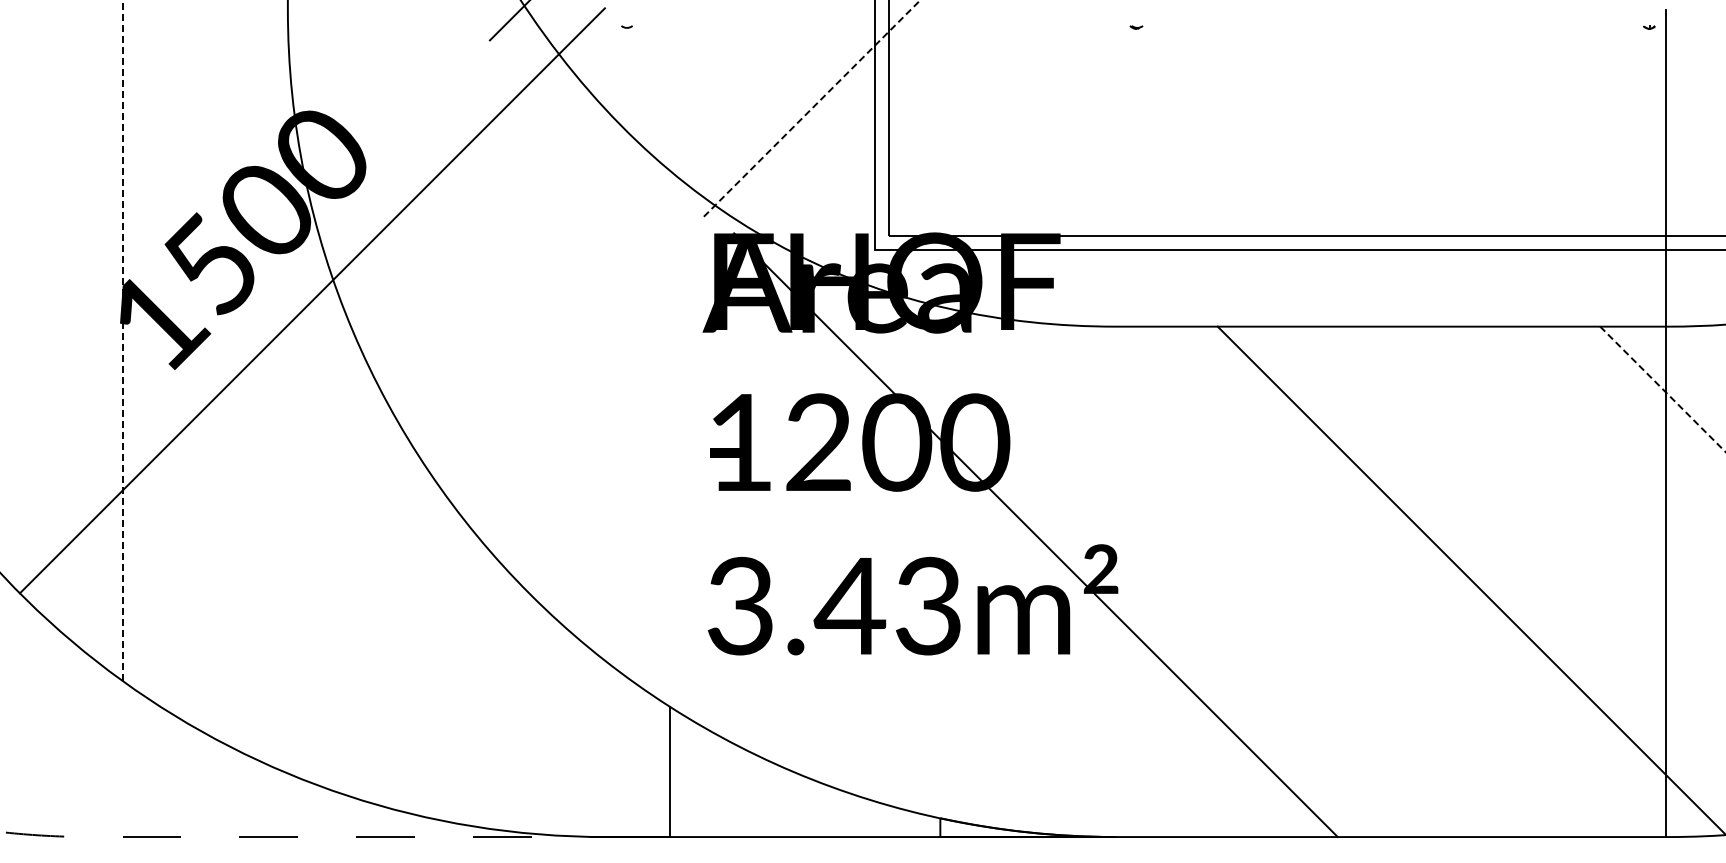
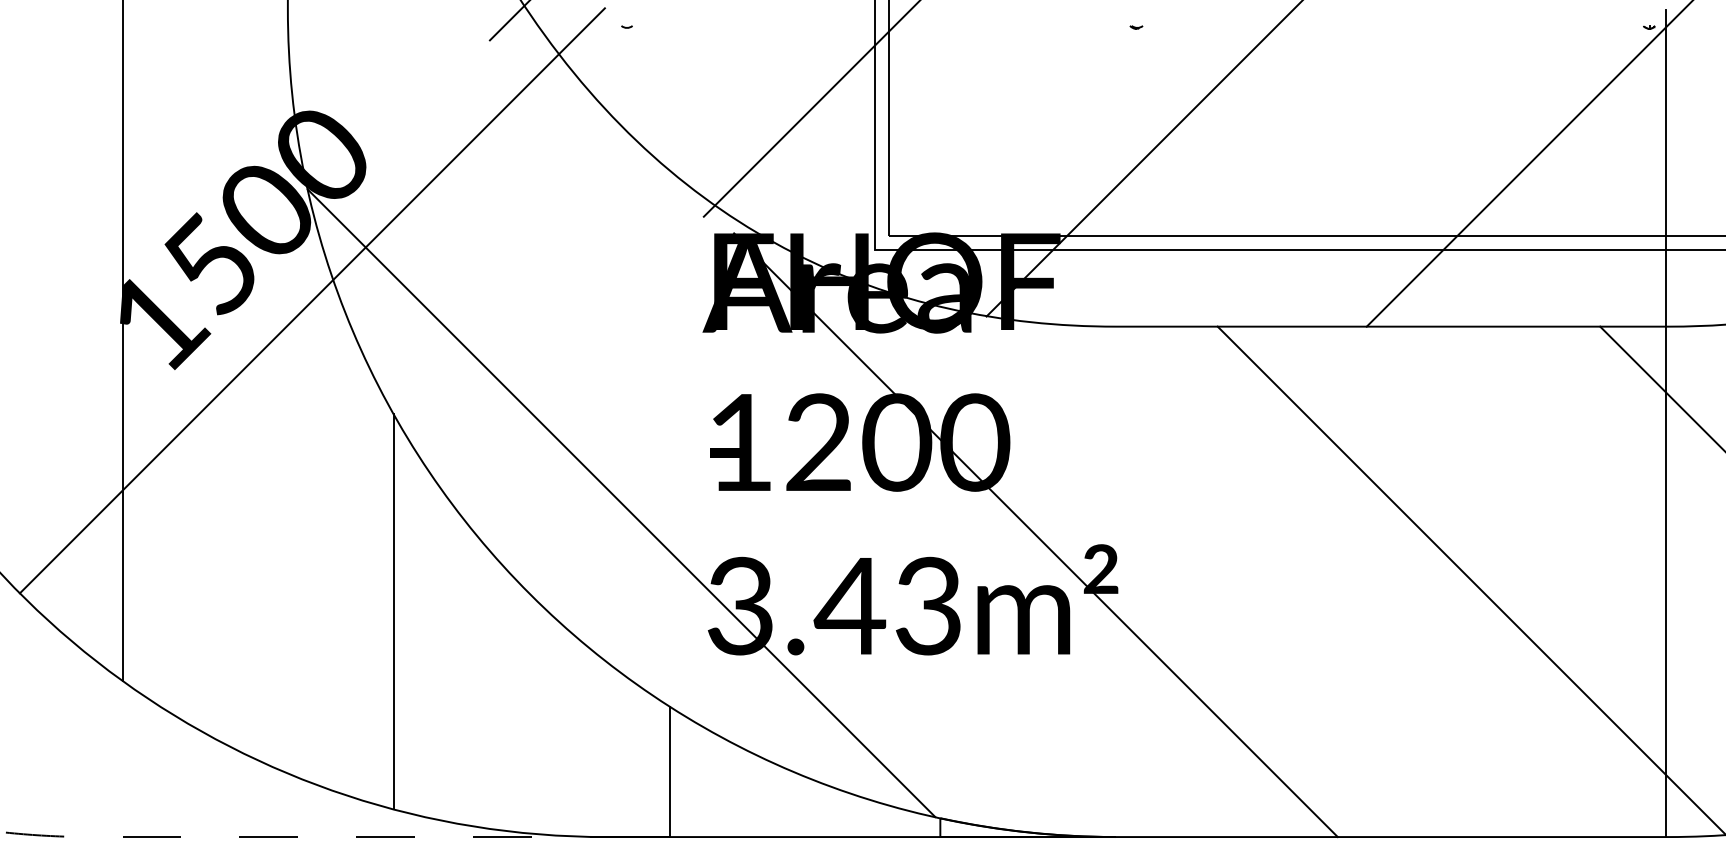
line at (812, 108): dashed -> solid
line at (1143, 159): none -> present
line at (1528, 164): none -> present
line at (123, 340): dashed -> solid
line at (1663, 389): dashed -> solid
line at (621, 503): none -> present
line at (393, 611): none -> present
